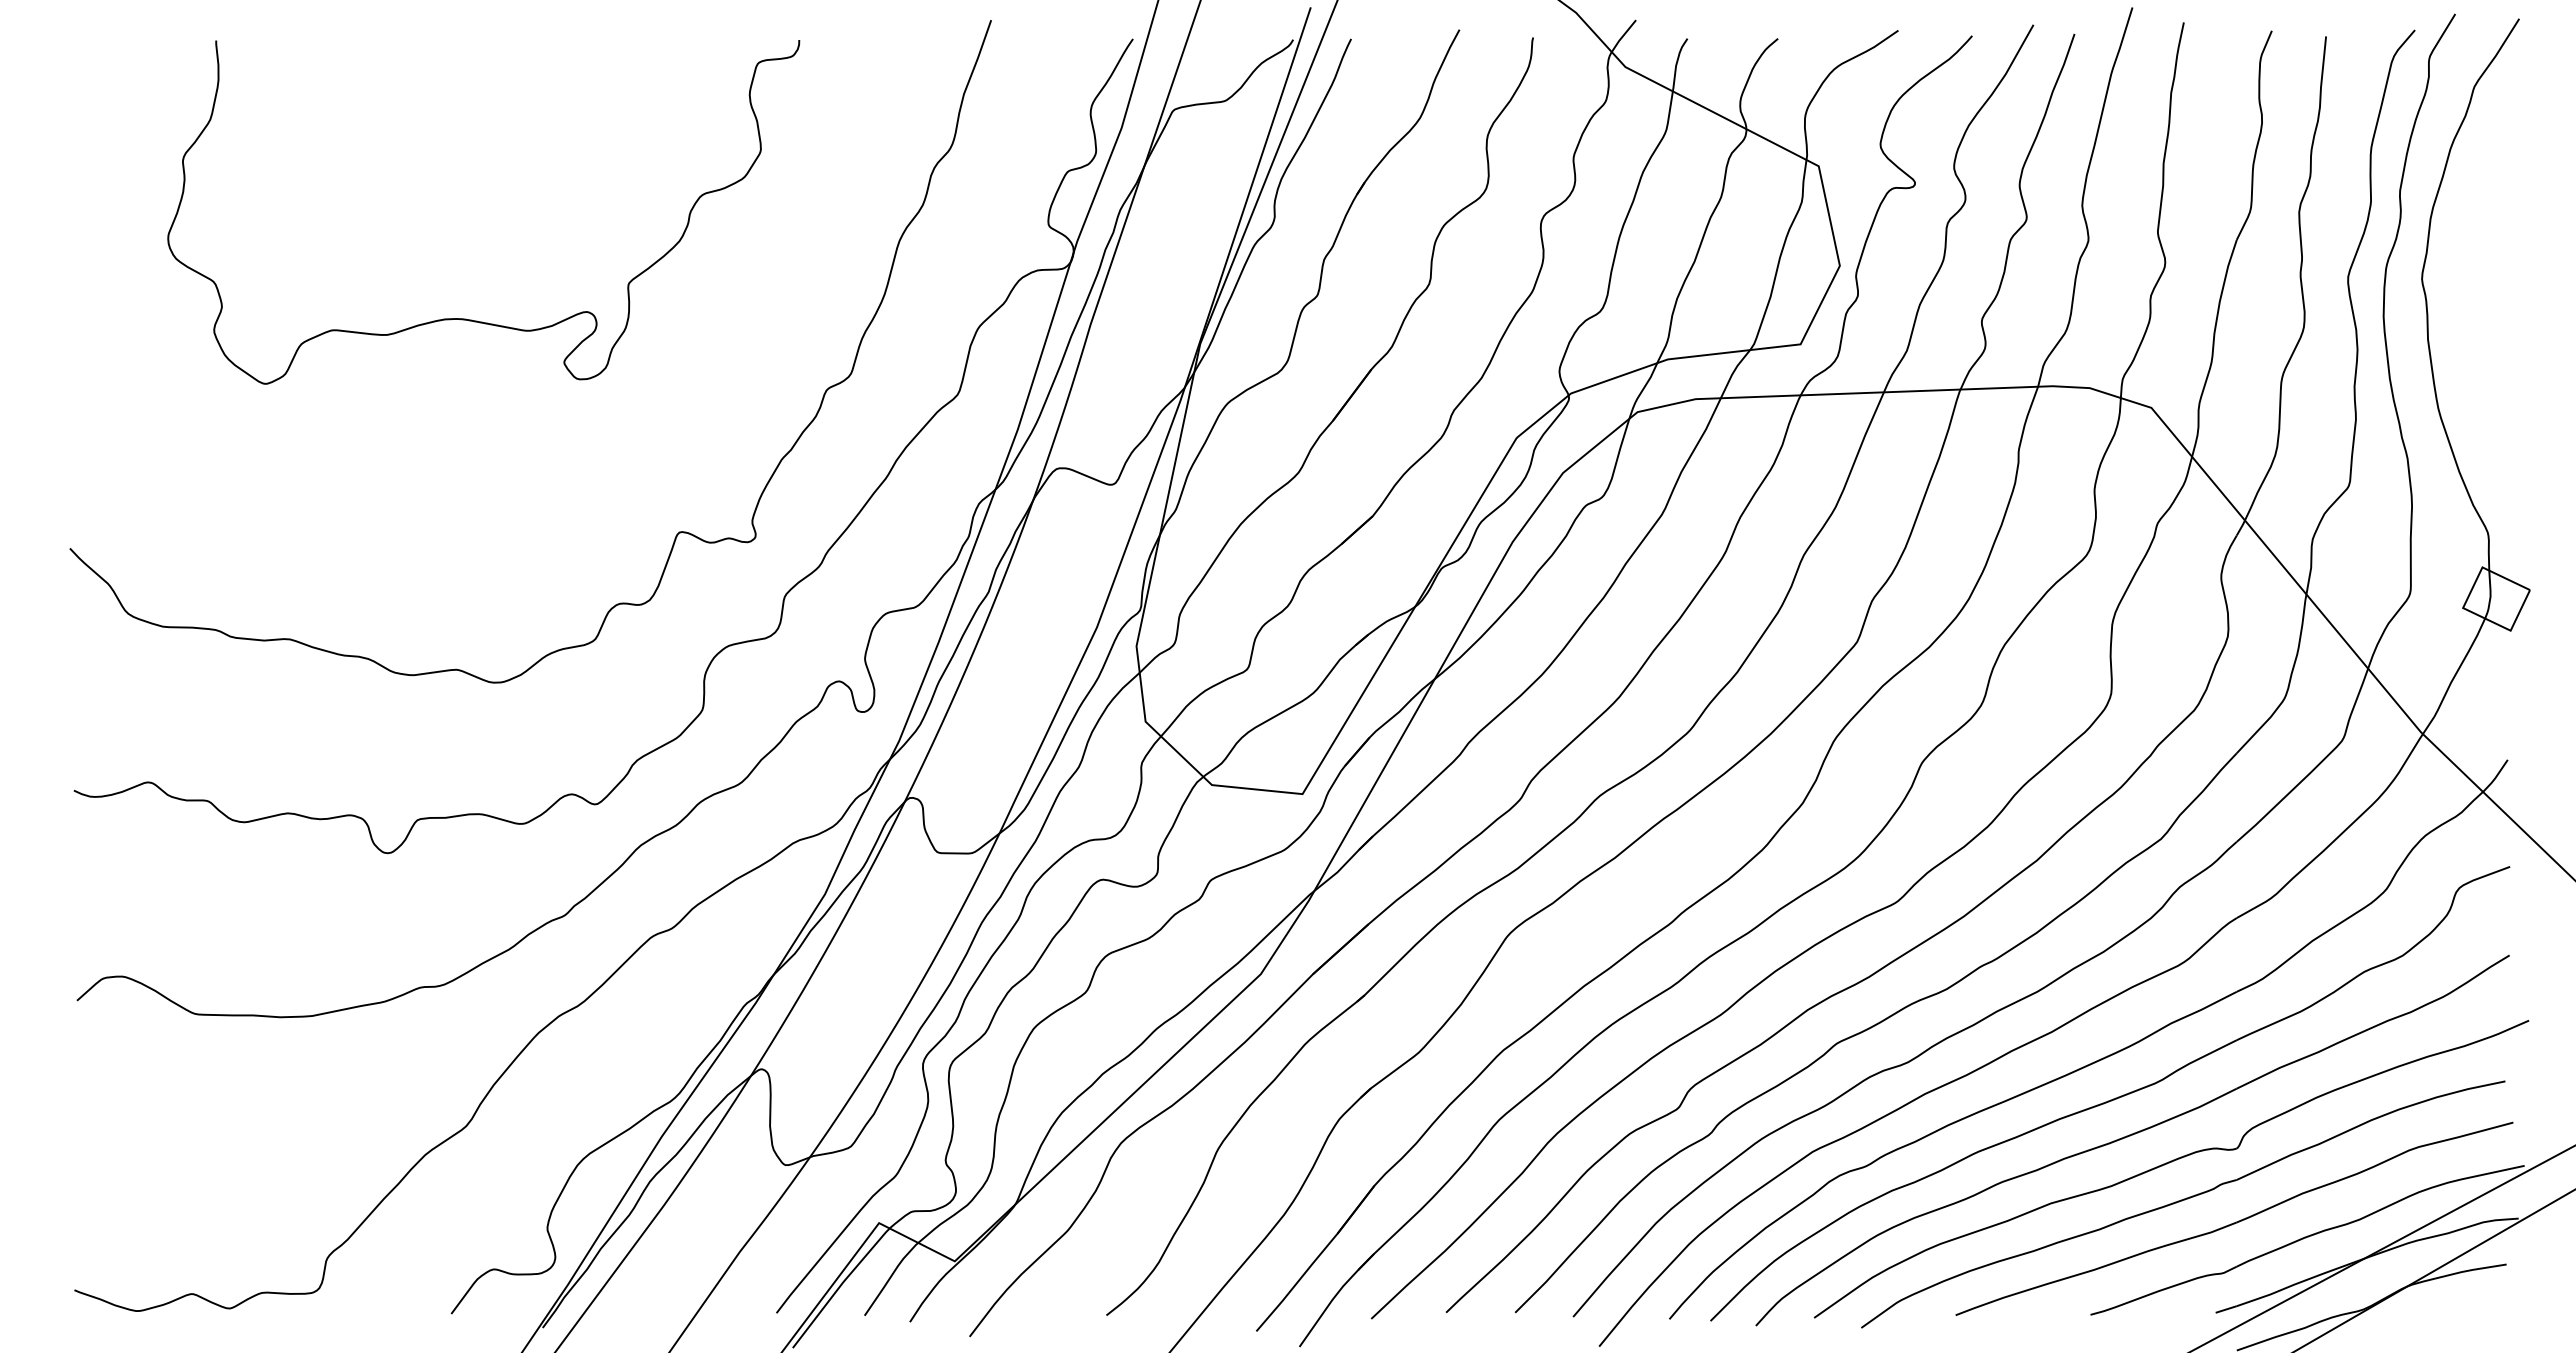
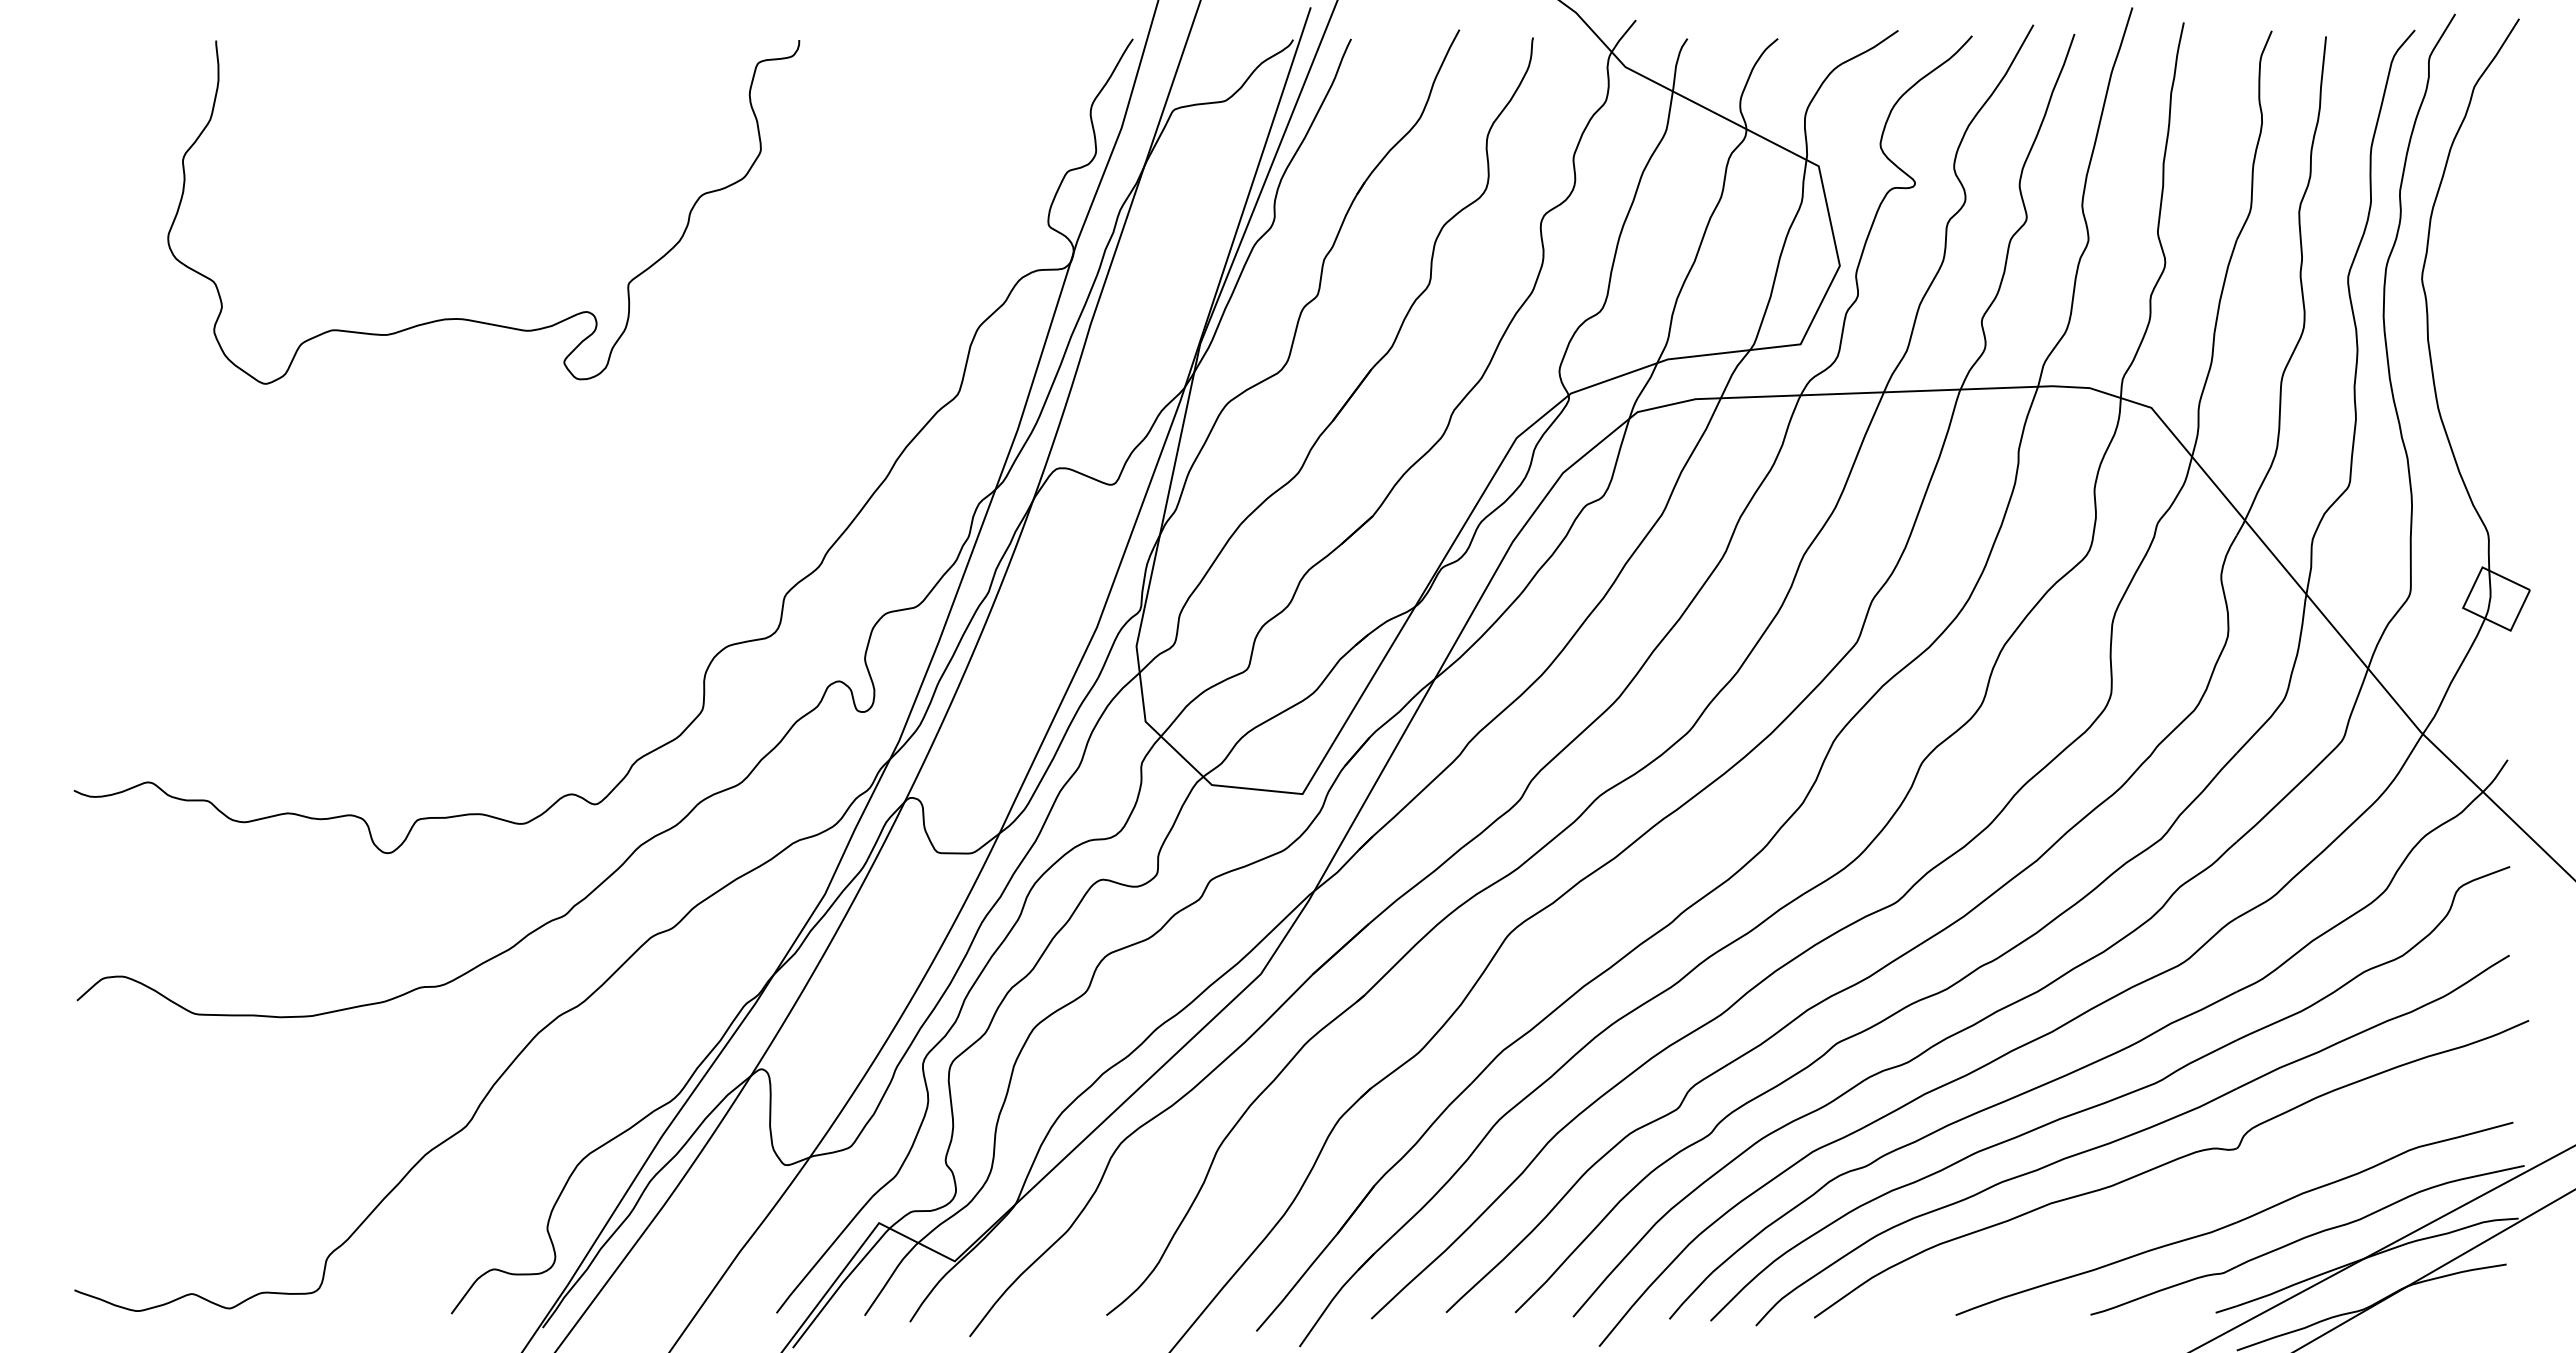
curve at (679, 531): present -> none
part at (2183, 1204): present -> none
